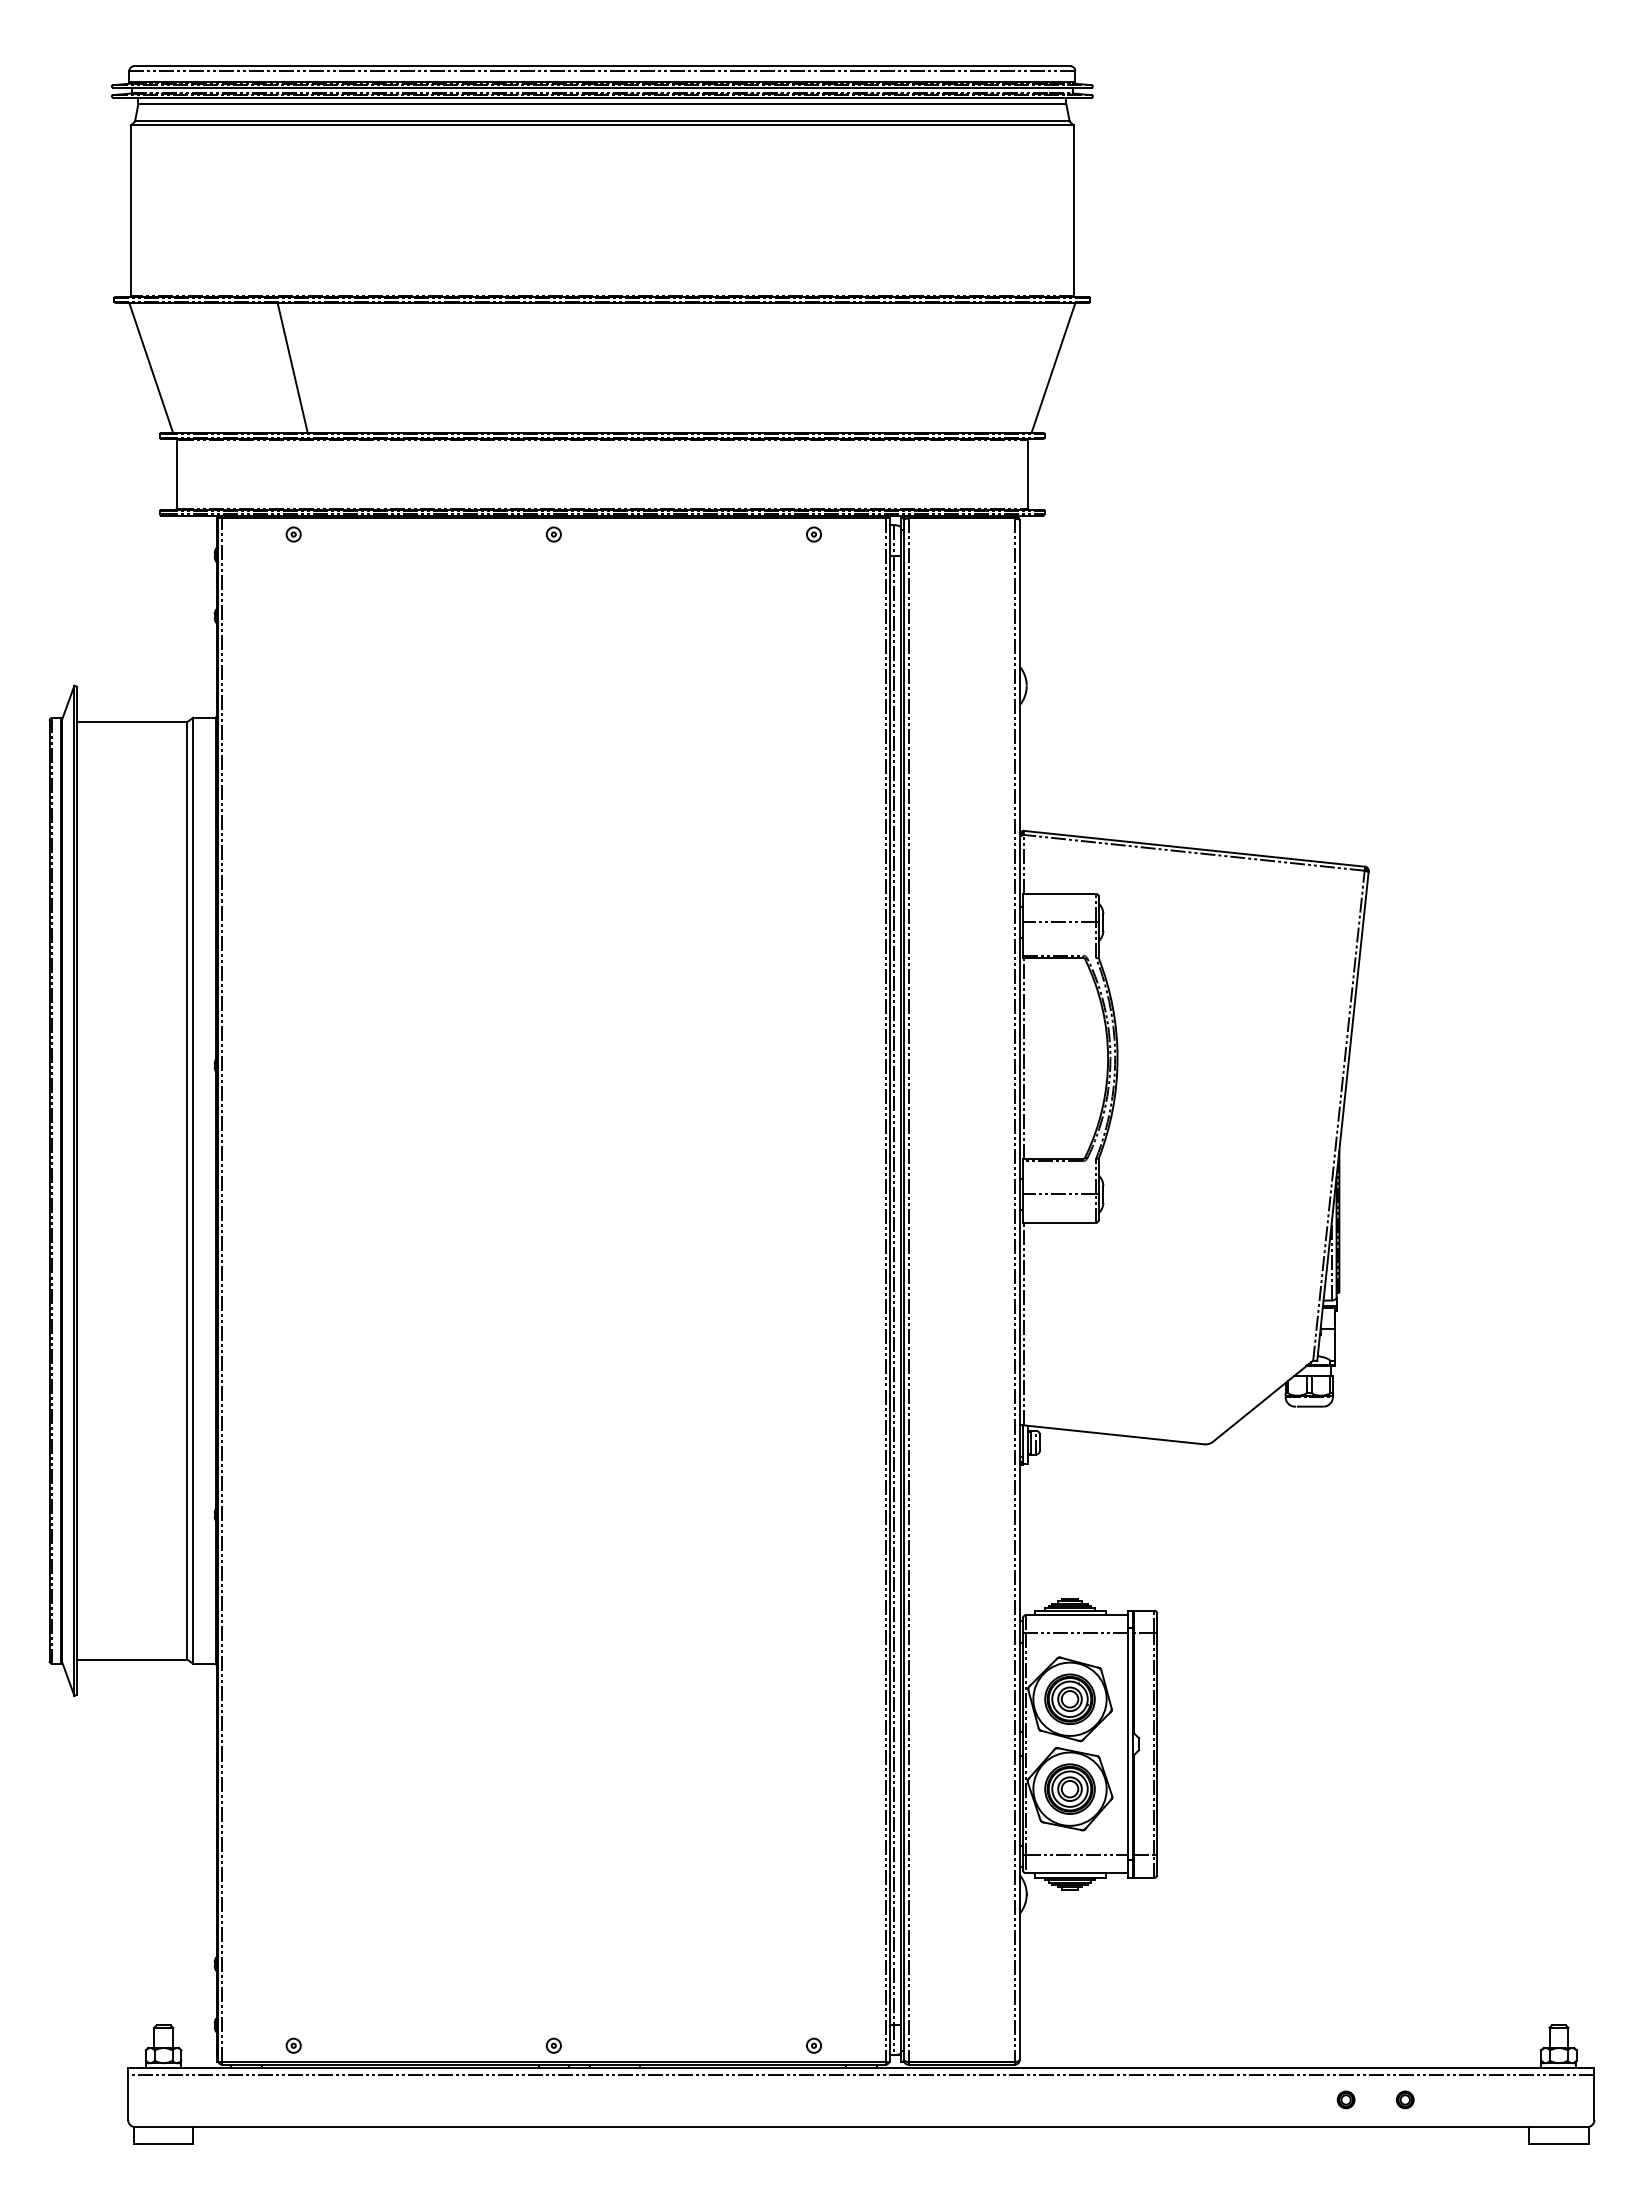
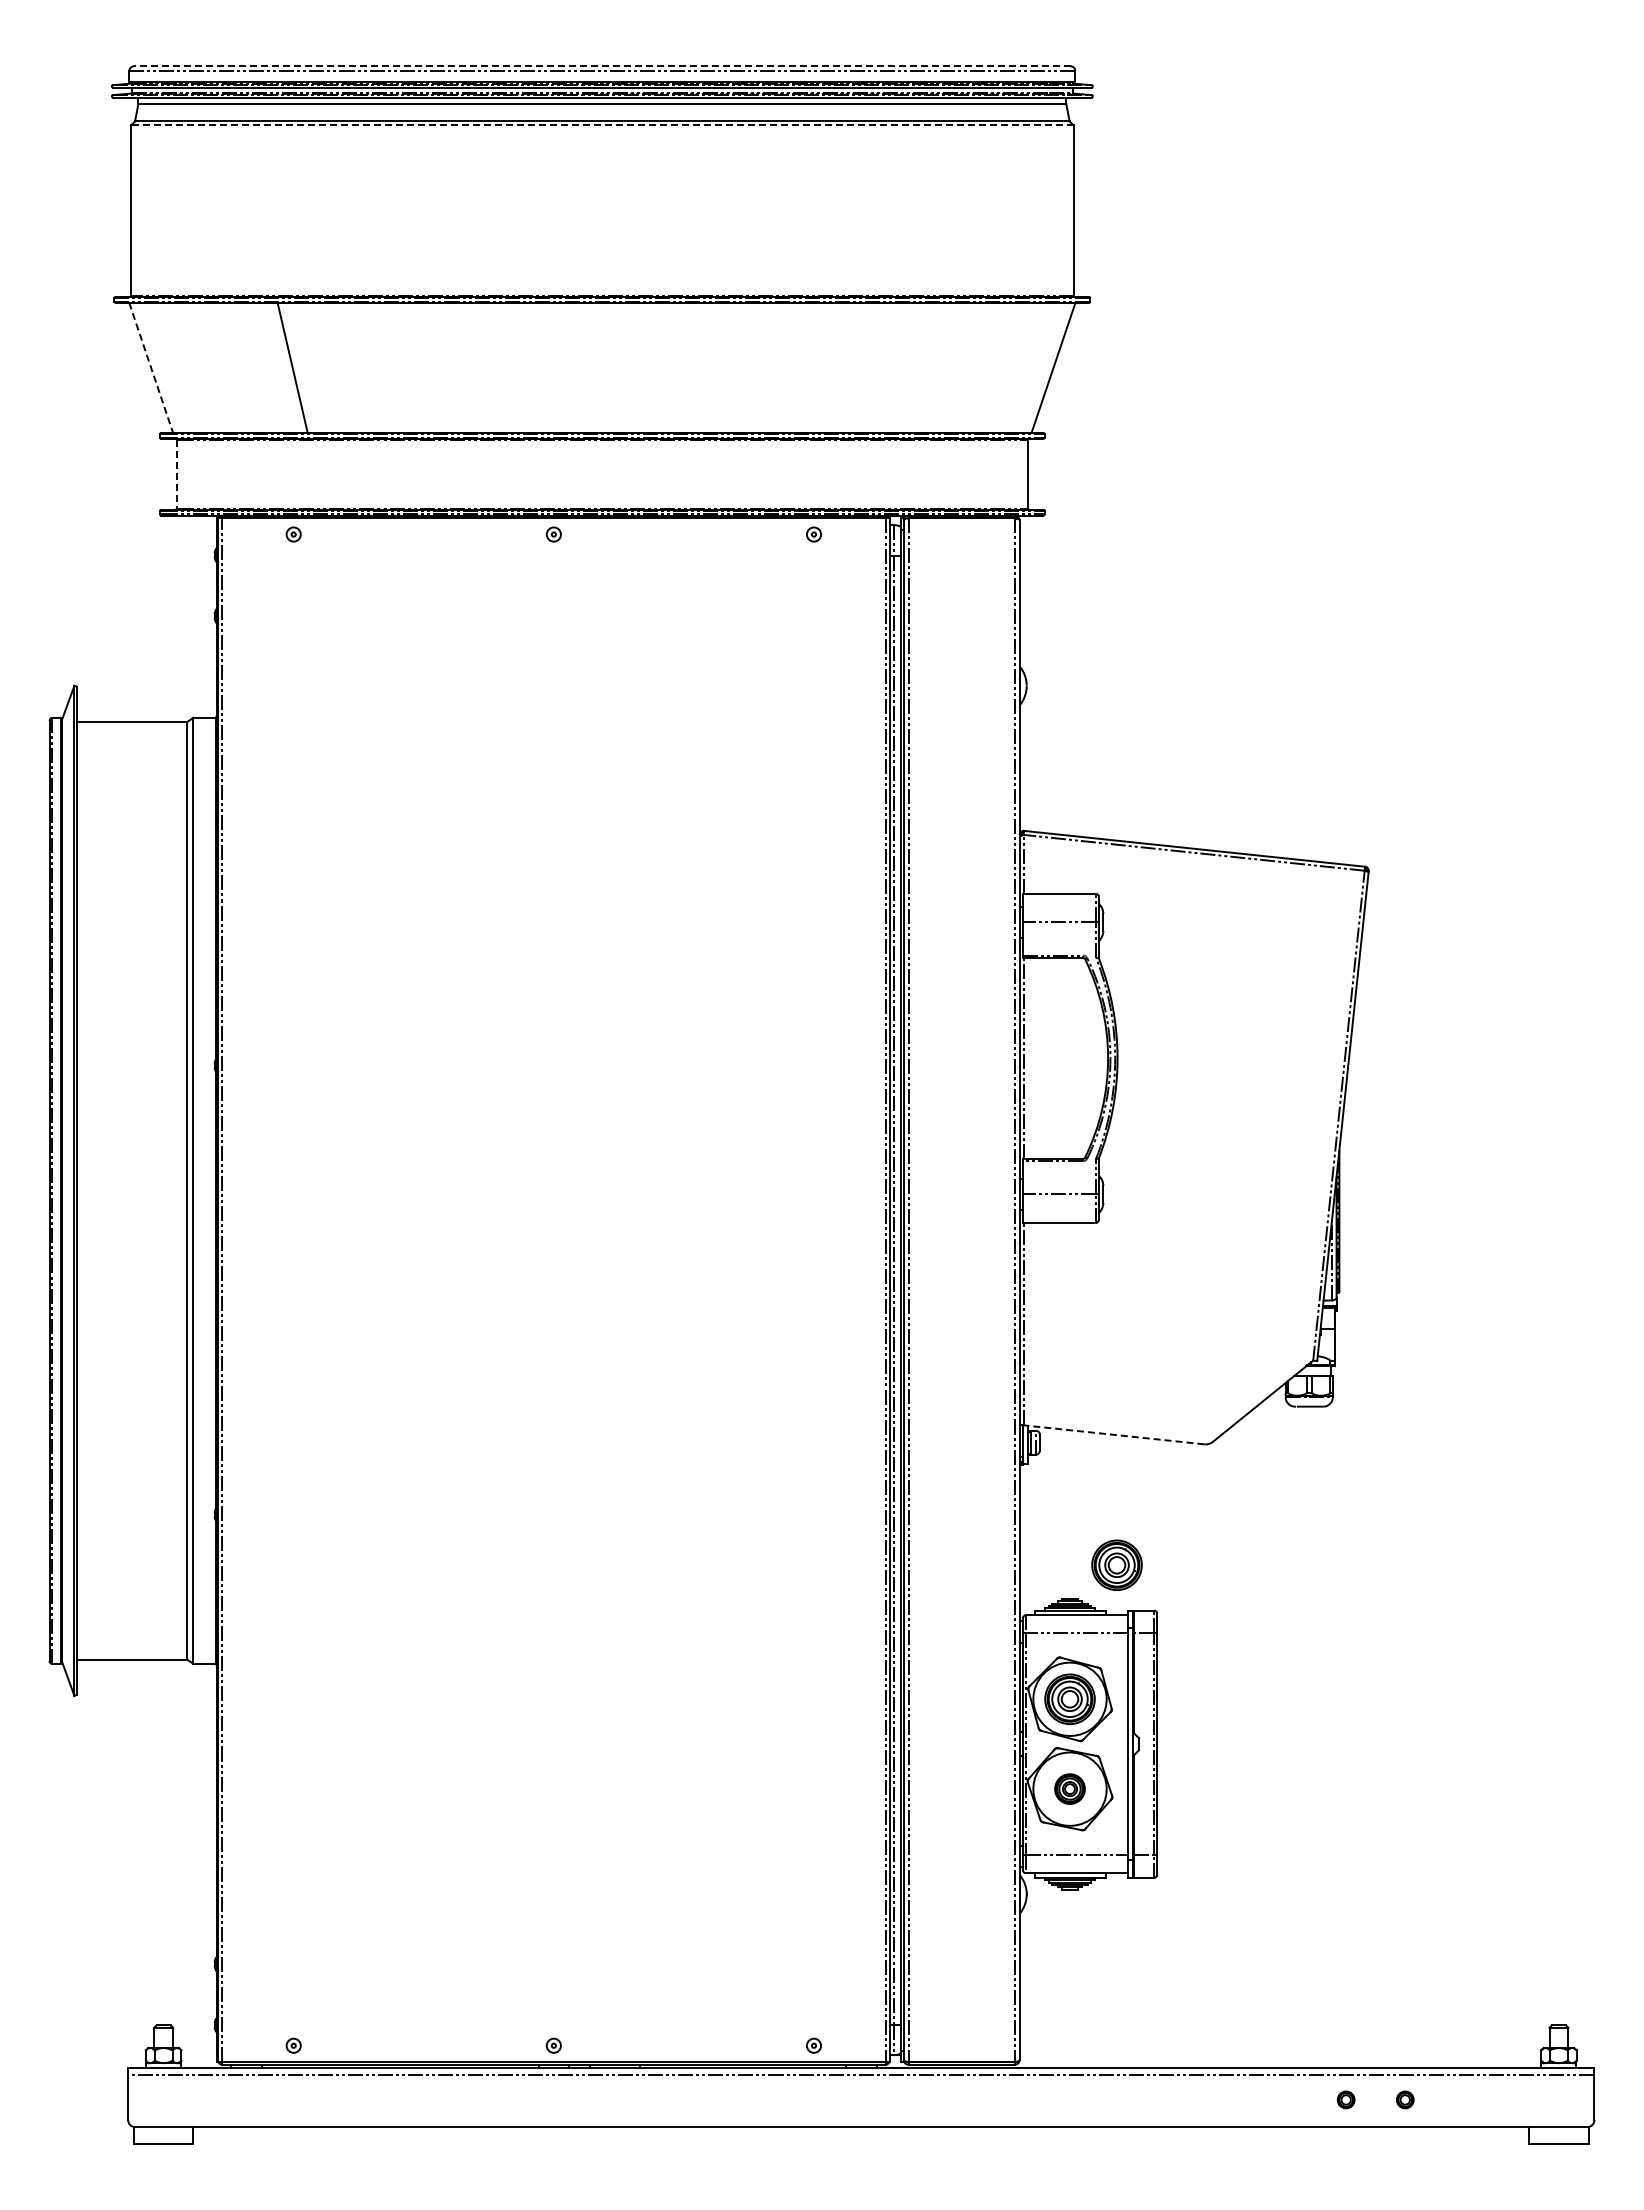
line at (601, 66): solid -> dashed
line at (601, 125): solid -> dashed
line at (151, 367): solid -> dashed
line at (176, 474): solid -> dashed
line at (1114, 1434): solid -> dashed
part at (1116, 1564): none -> present
part at (1069, 1788) size: 52x52 px -> 32x32 px
